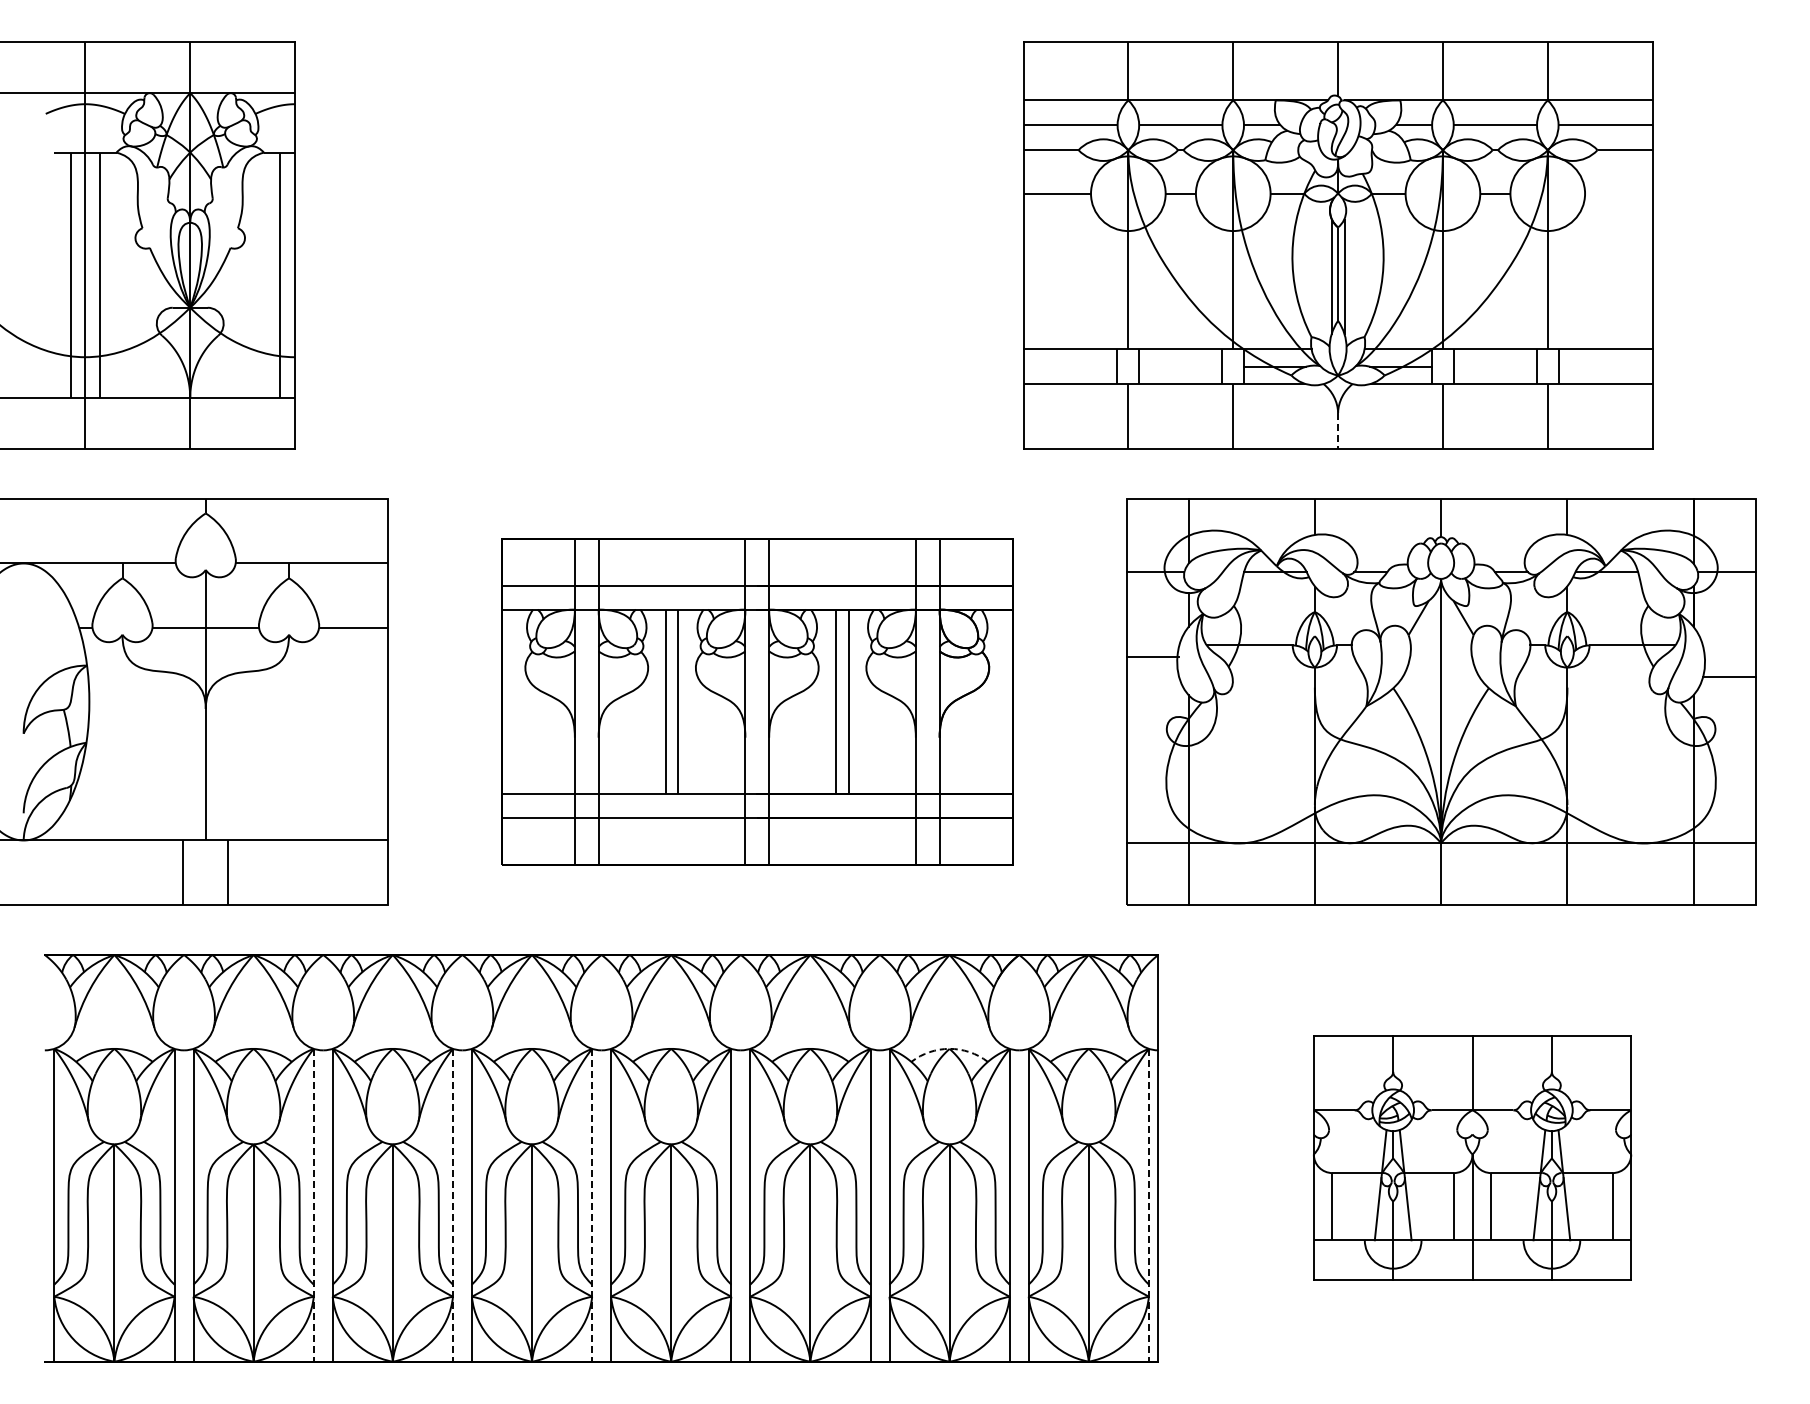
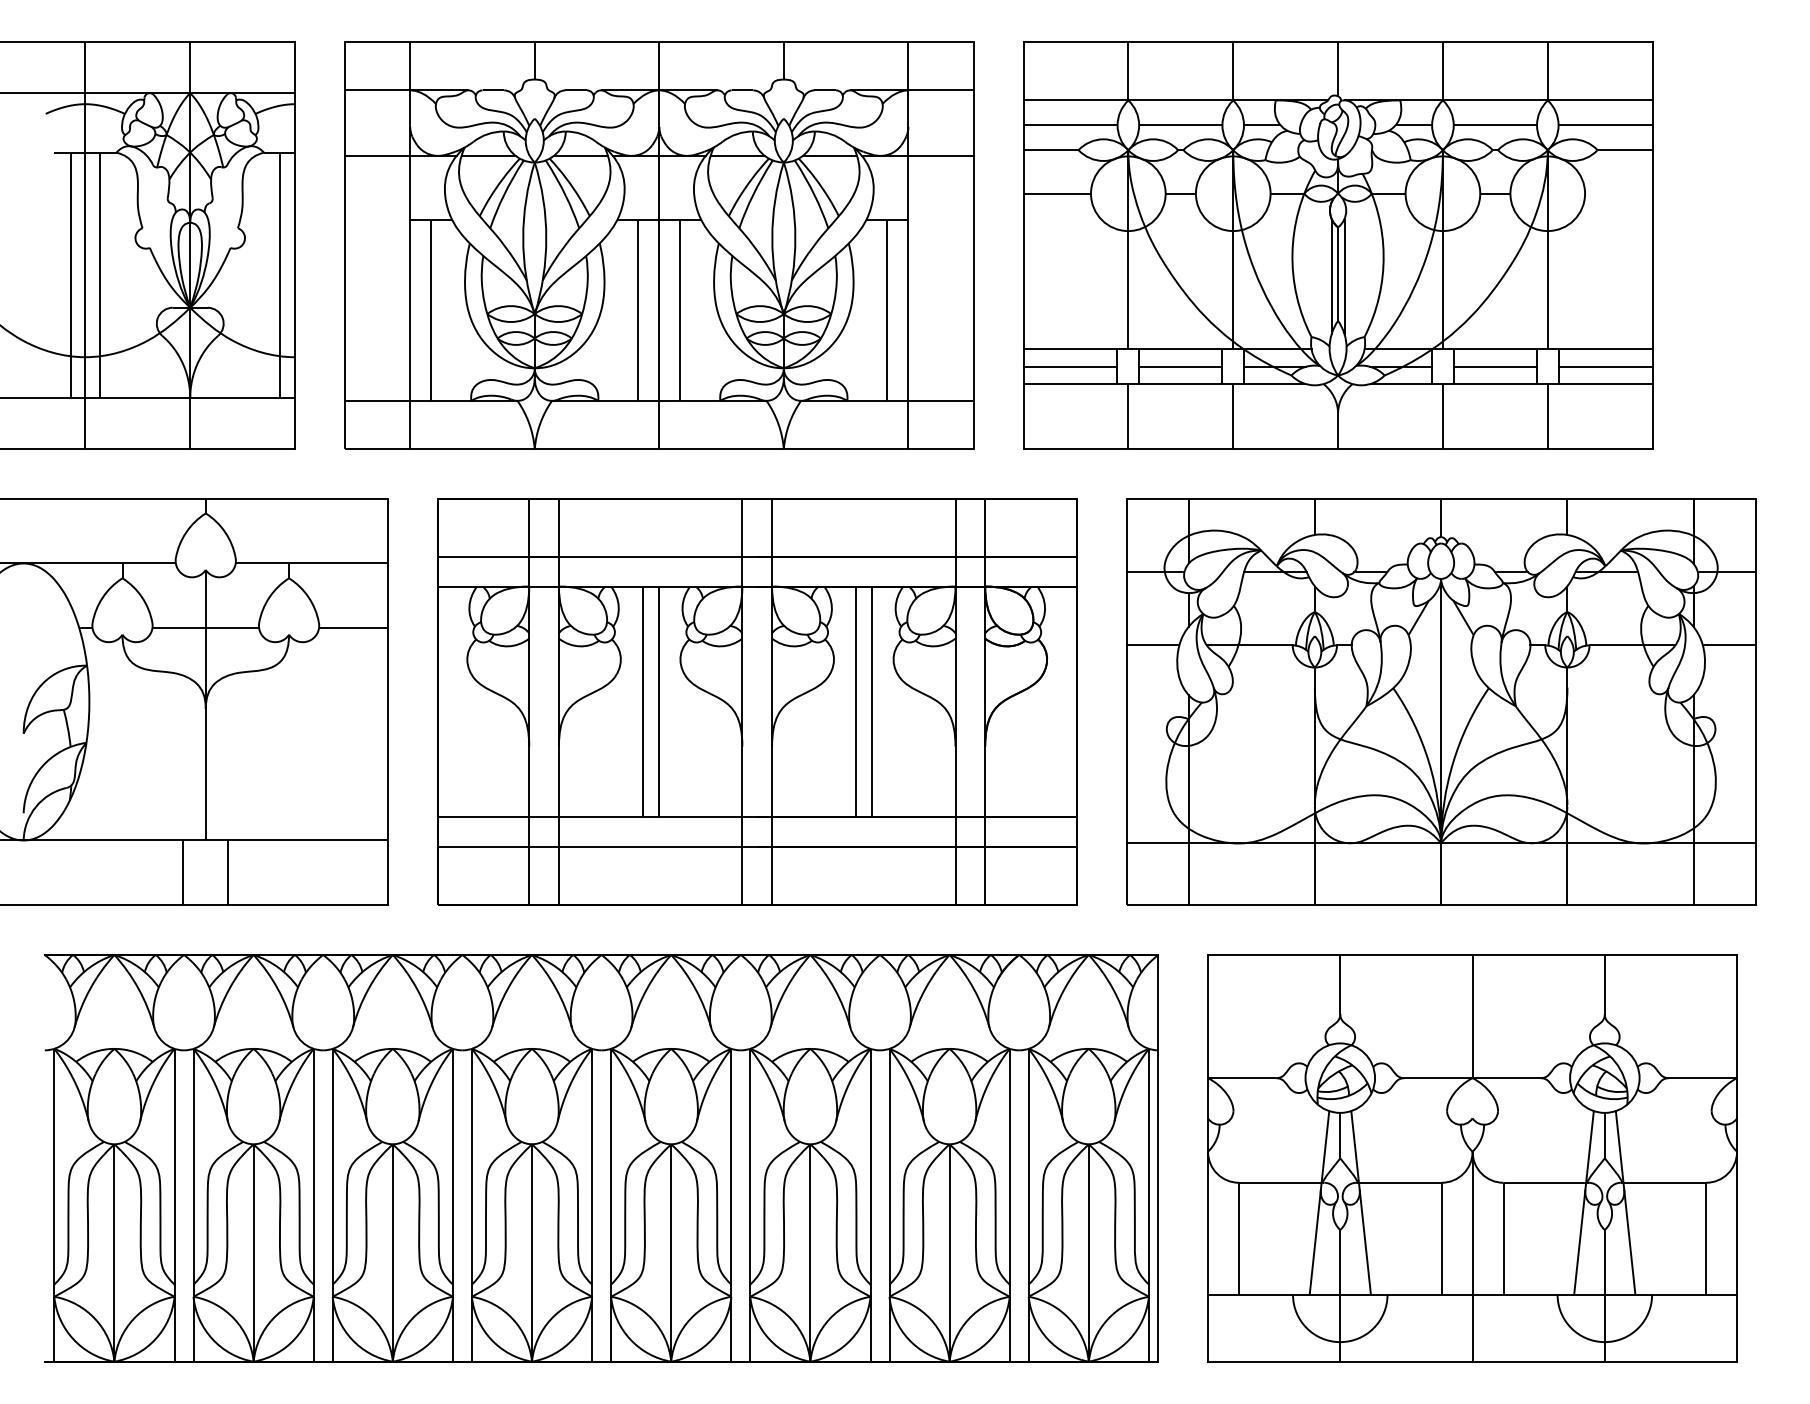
part at (659, 245): none -> present
line at (1070, 366): none -> present
line at (1180, 366): none -> present
line at (1494, 366): none -> present
line at (1605, 366): none -> present
line at (1338, 431): dashed -> solid
line at (1152, 657) position: (1152, 657) -> (1152, 645)
line at (1728, 677) position: (1728, 677) -> (1728, 645)
part at (757, 701) size: 513x328 px -> 641x408 px
arc at (949, 1048): dashed -> solid
part at (1472, 1157) size: 320x246 px -> 531x409 px
line at (313, 1205): dashed -> solid
line at (452, 1205): dashed -> solid
line at (592, 1205): dashed -> solid
line at (1148, 1205): dashed -> solid
